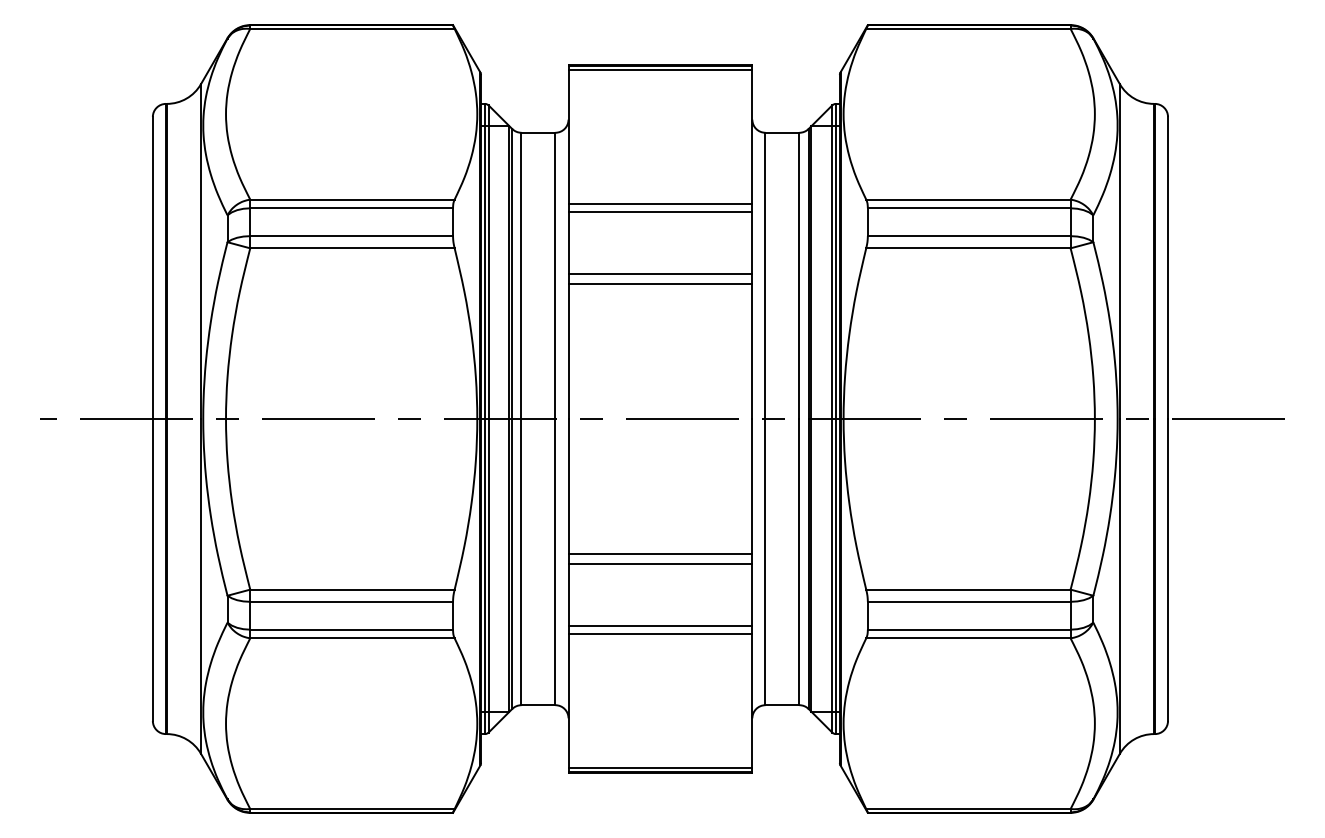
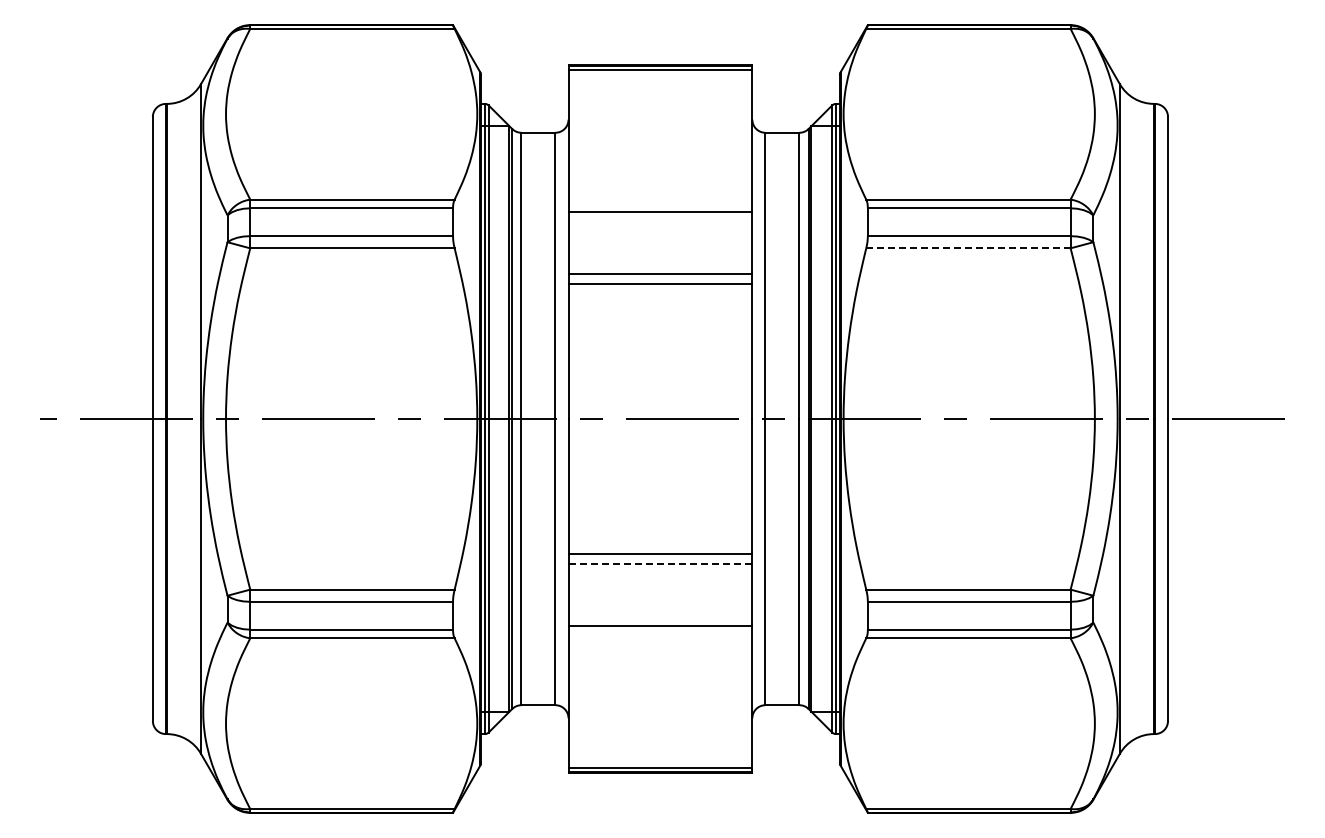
line at (660, 204): present -> none
line at (967, 248): solid -> dashed
line at (660, 564): solid -> dashed
line at (660, 633): present -> none
